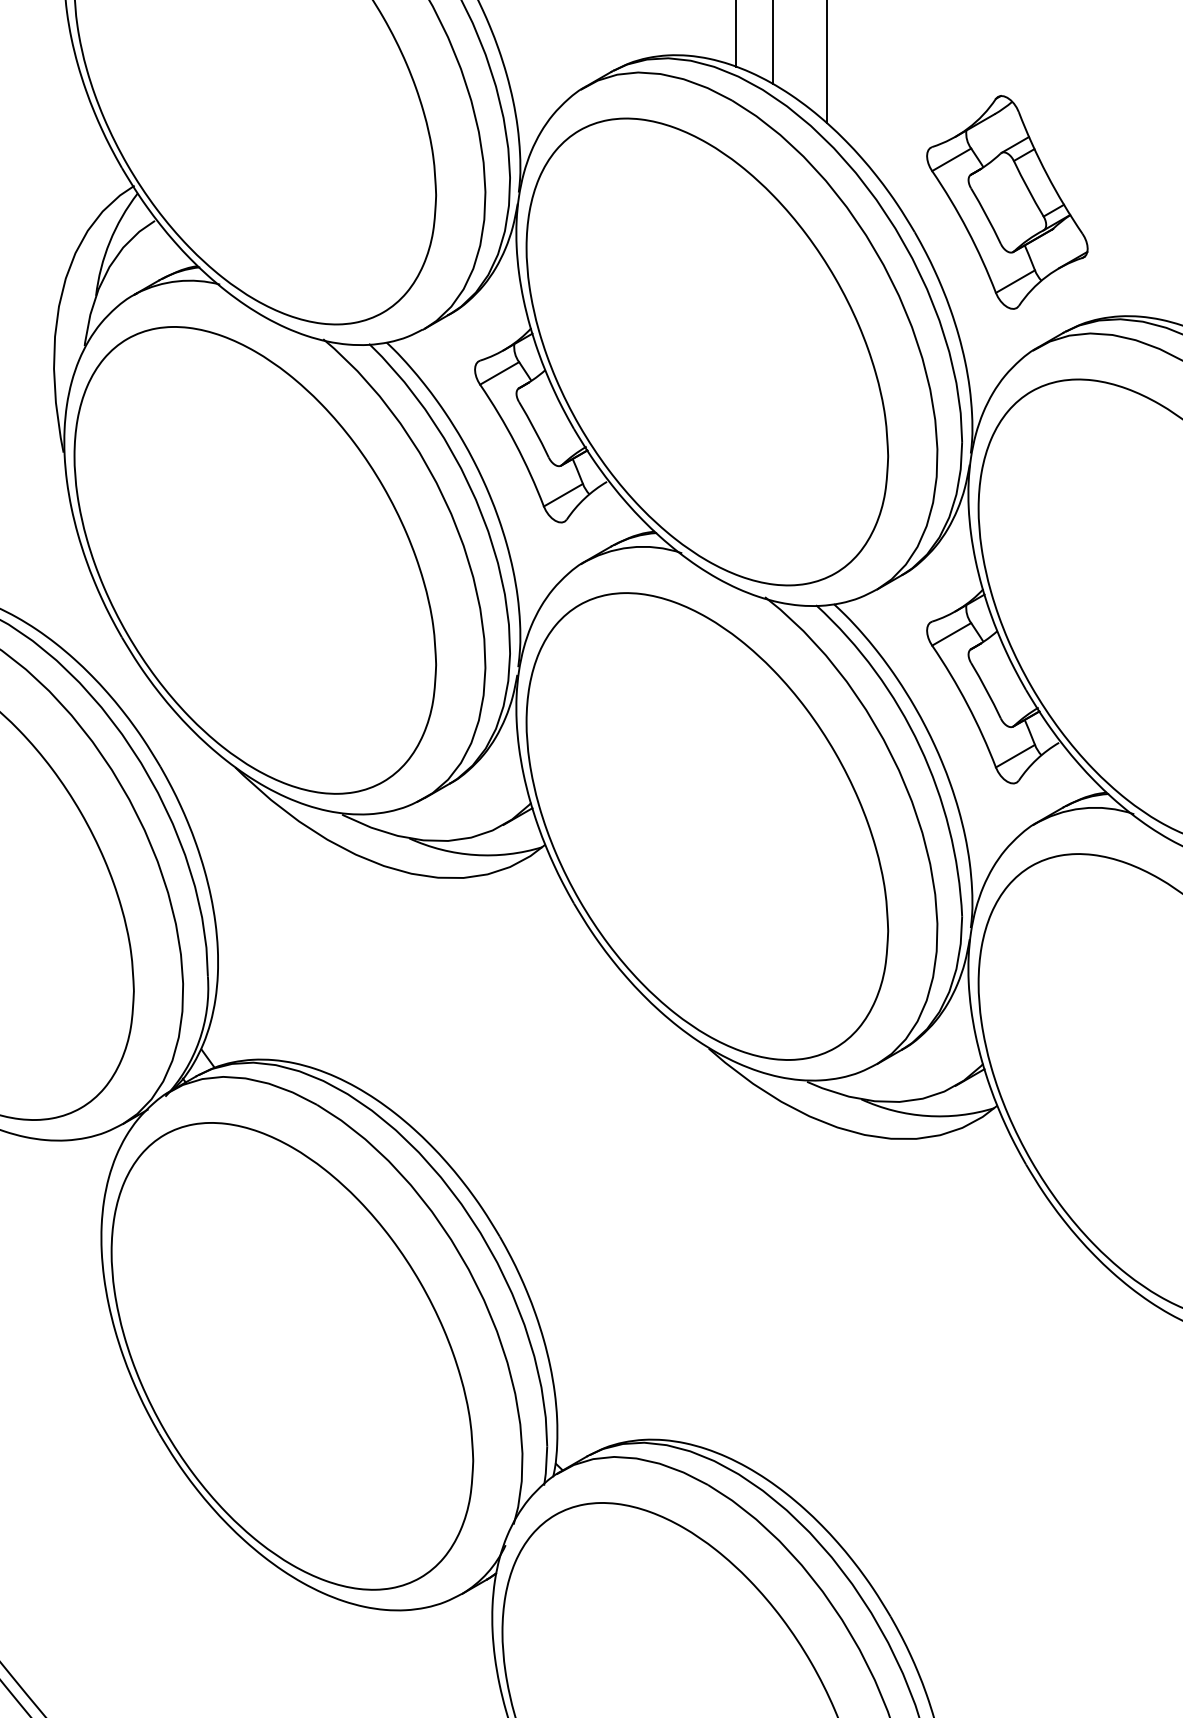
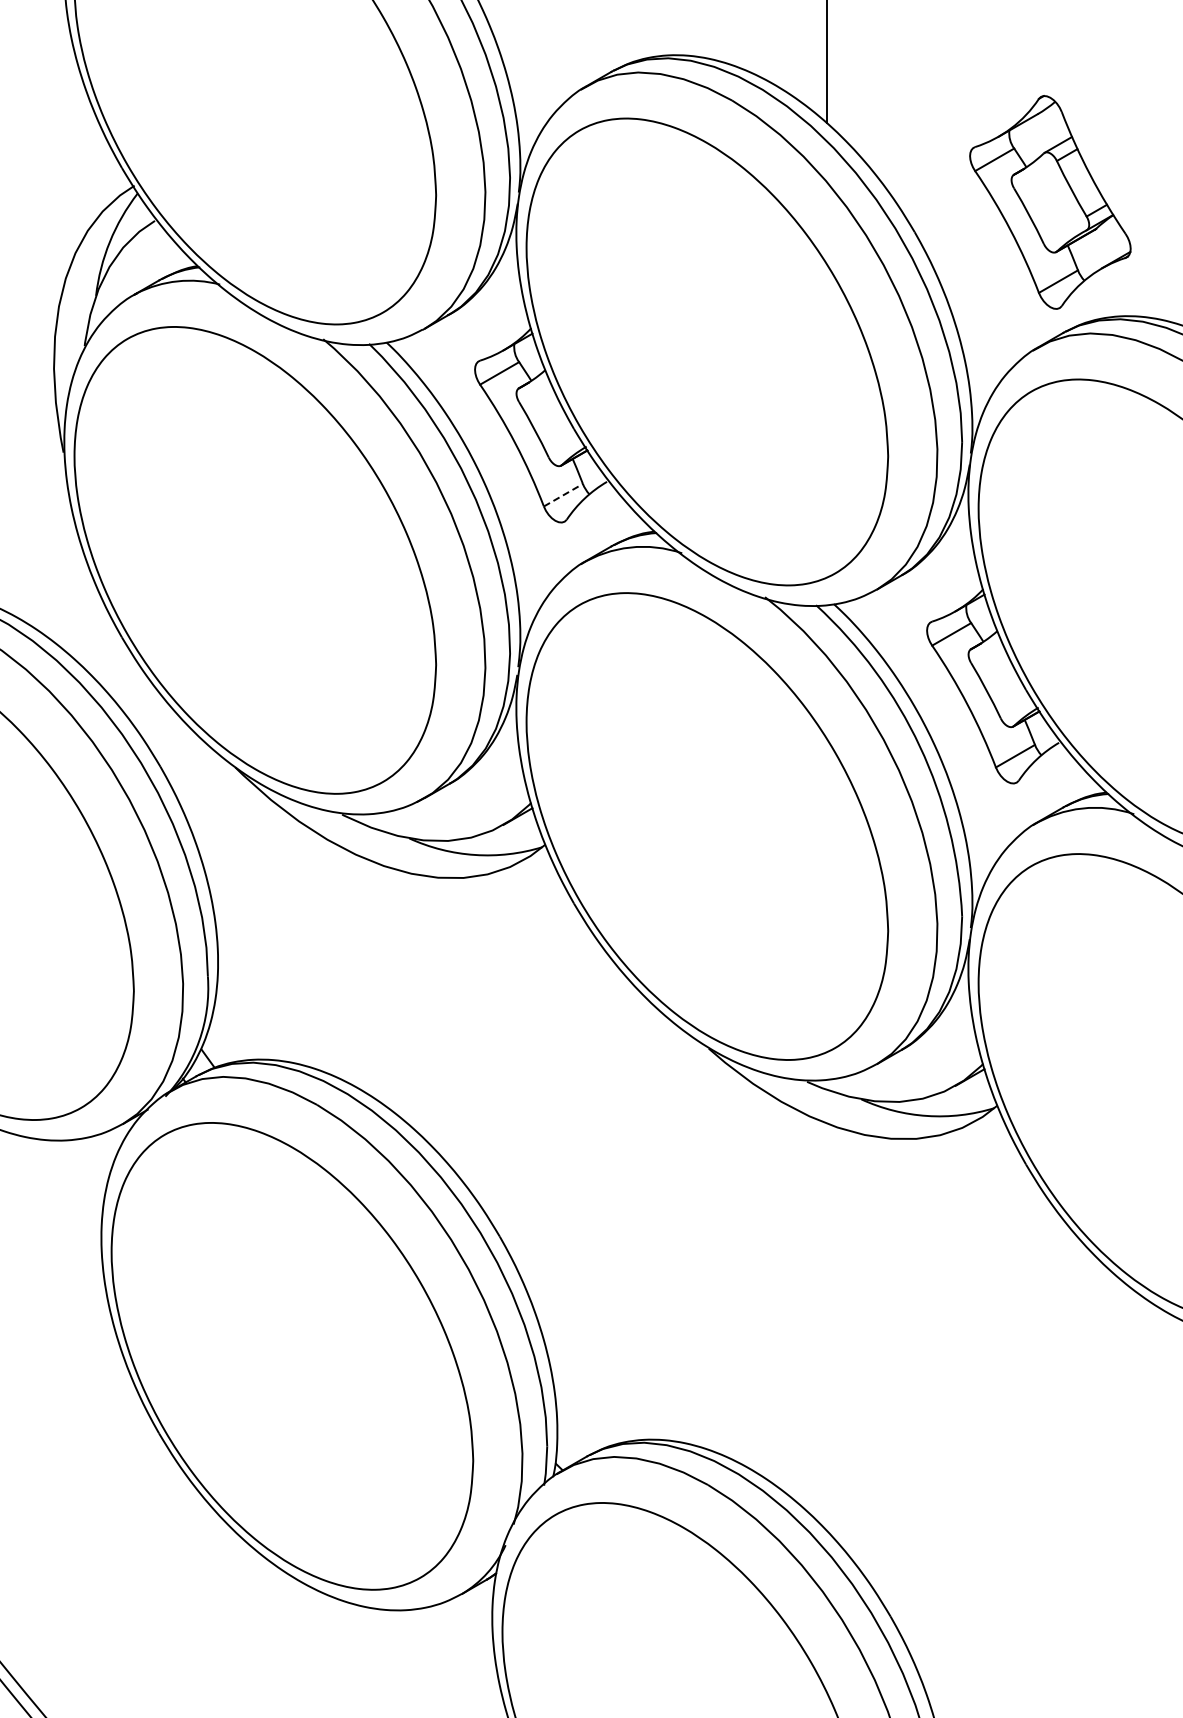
line at (736, 34): present -> none
line at (773, 43): present -> none
part at (1007, 202) position: (1007, 202) -> (1050, 202)
line at (563, 495): solid -> dashed
